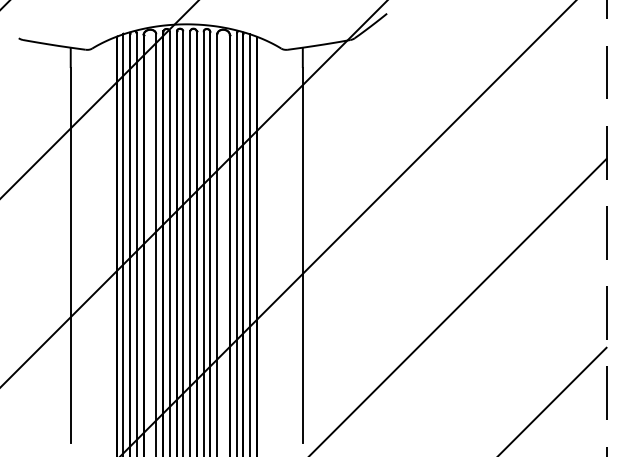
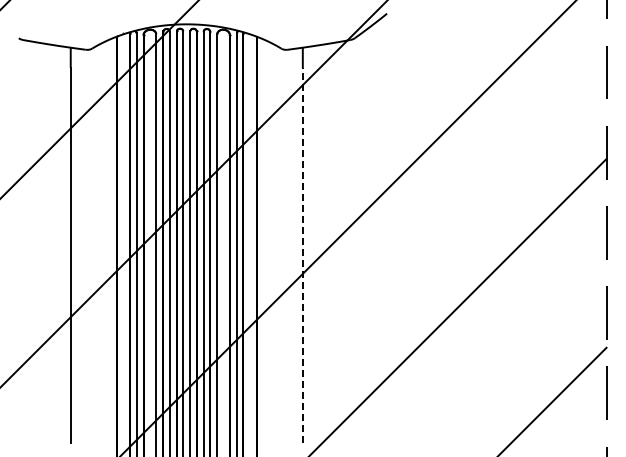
line at (123, 243): present -> none
line at (250, 243): present -> none
line at (302, 255): solid -> dashed
